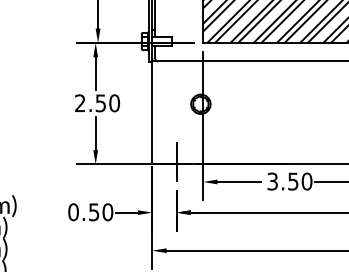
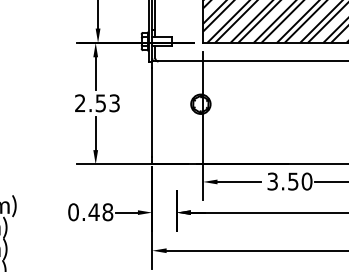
text at (114, 103): 2.50 -> 2.53
line at (176, 161): present -> none
text at (100, 212): 0.50 -> 0.48
